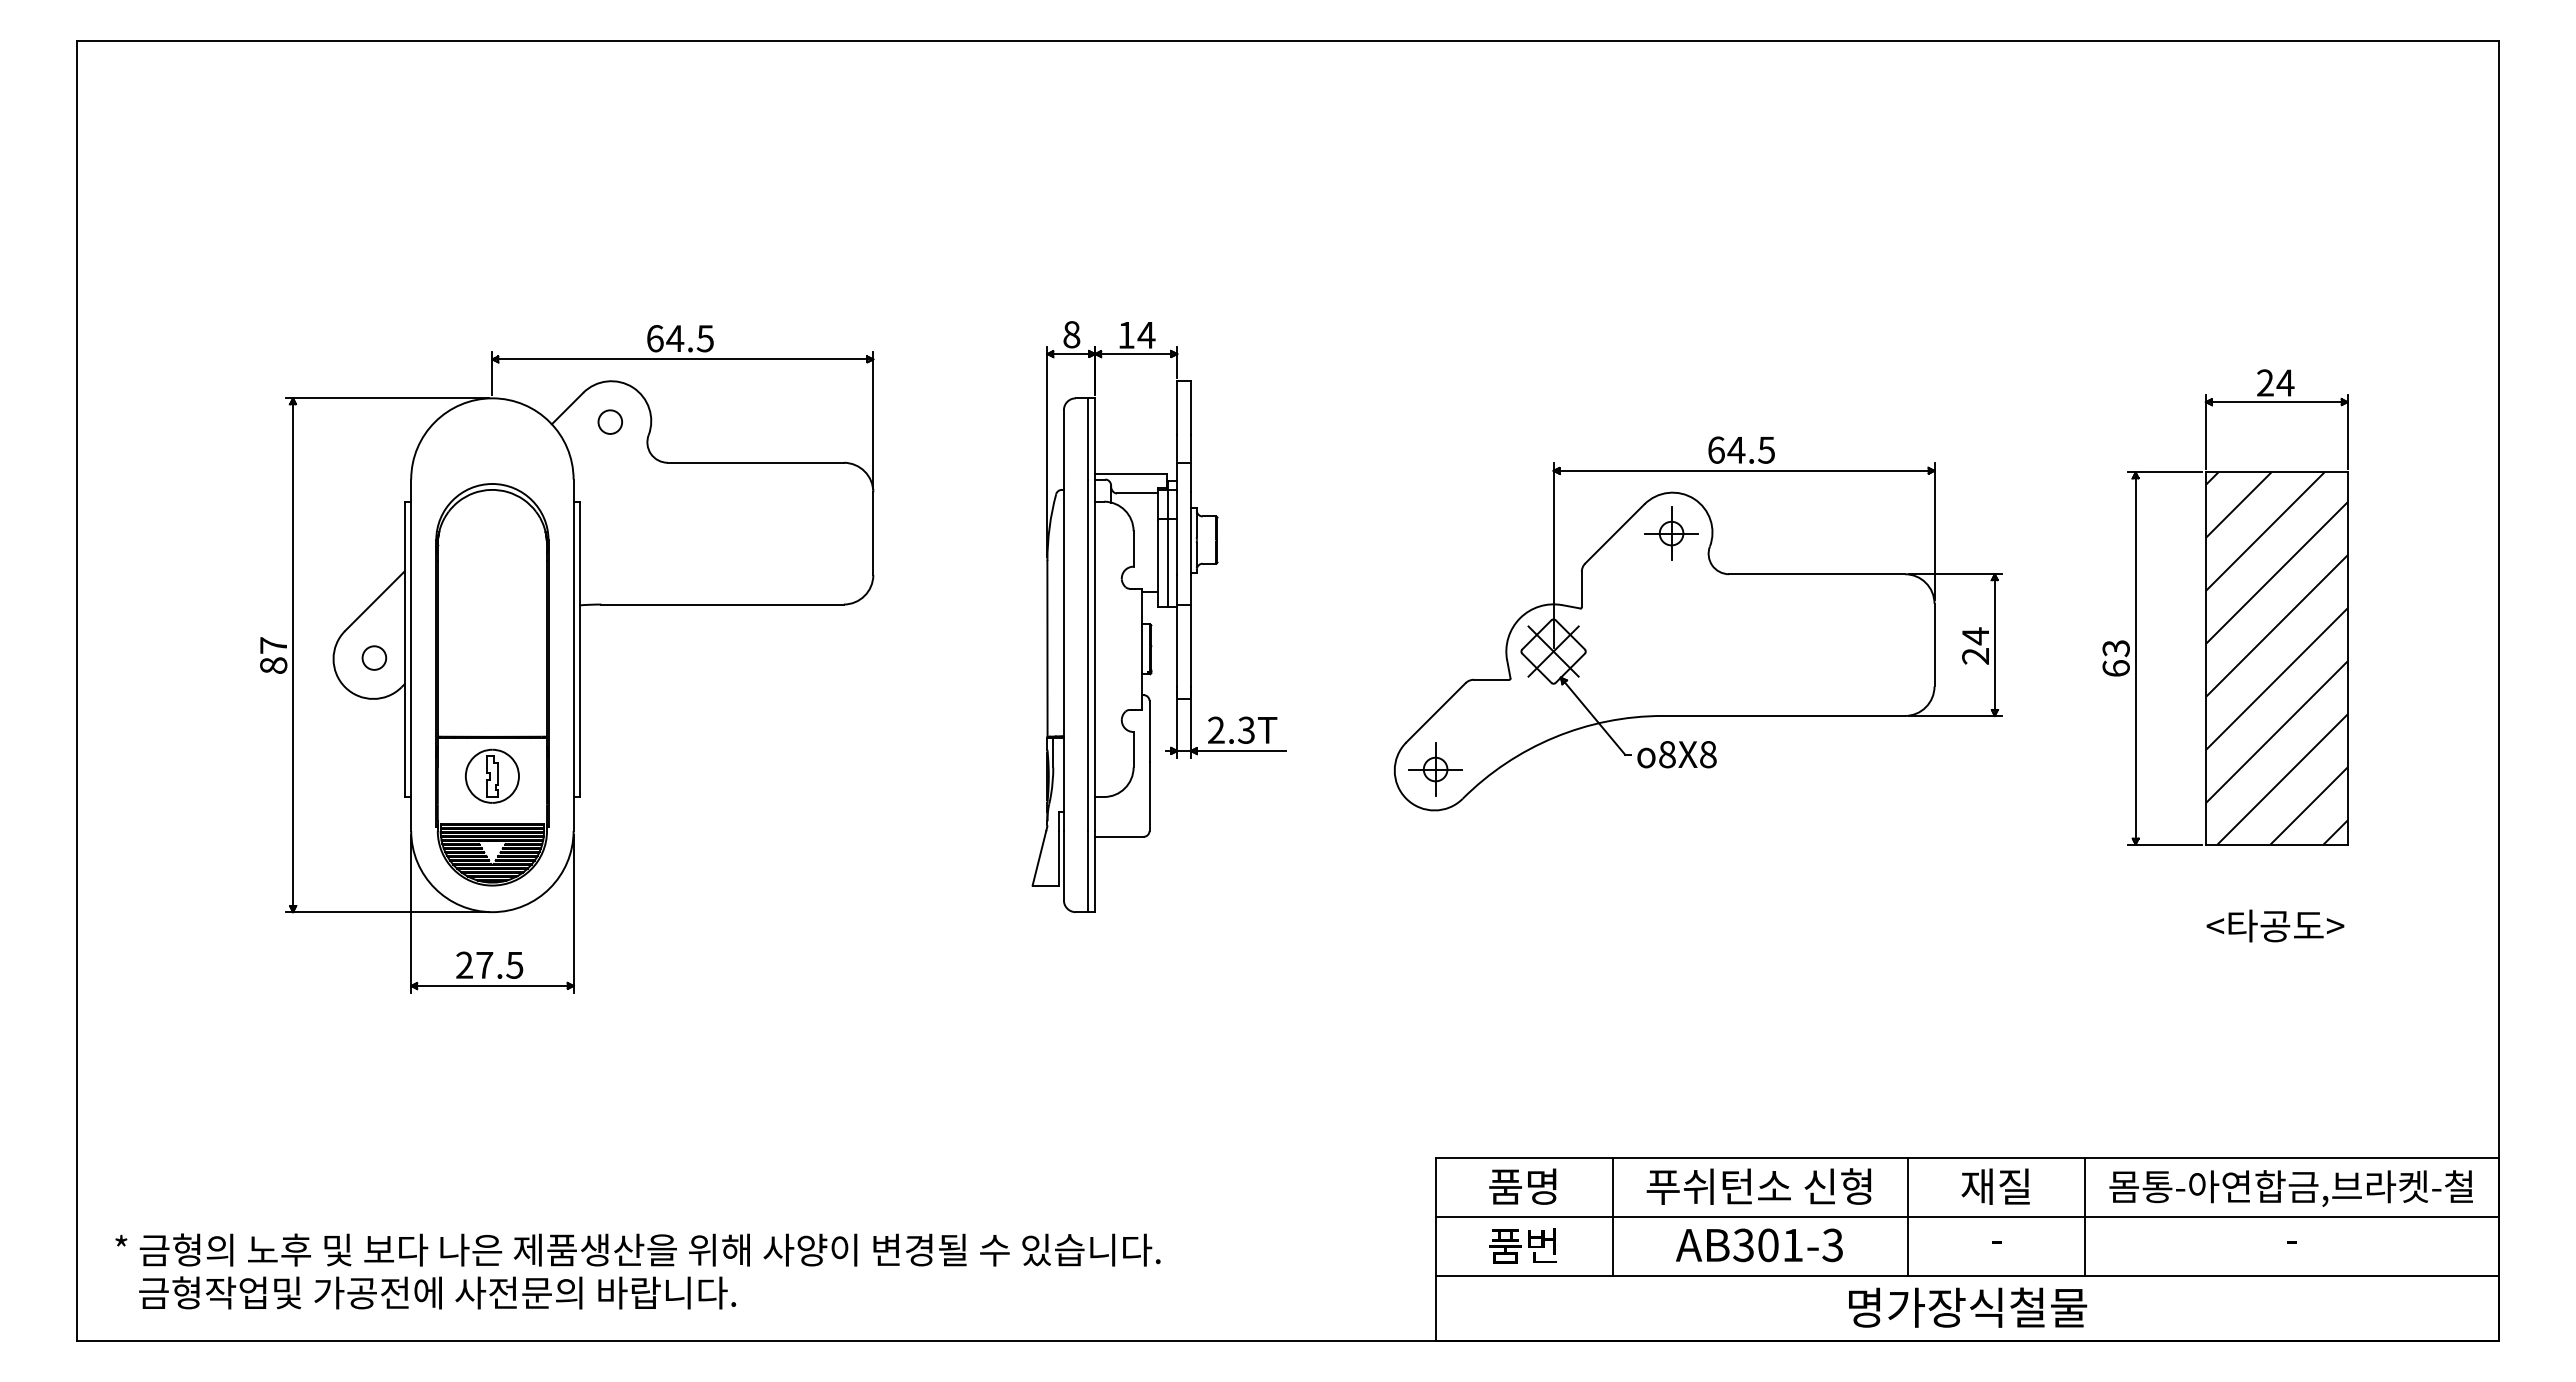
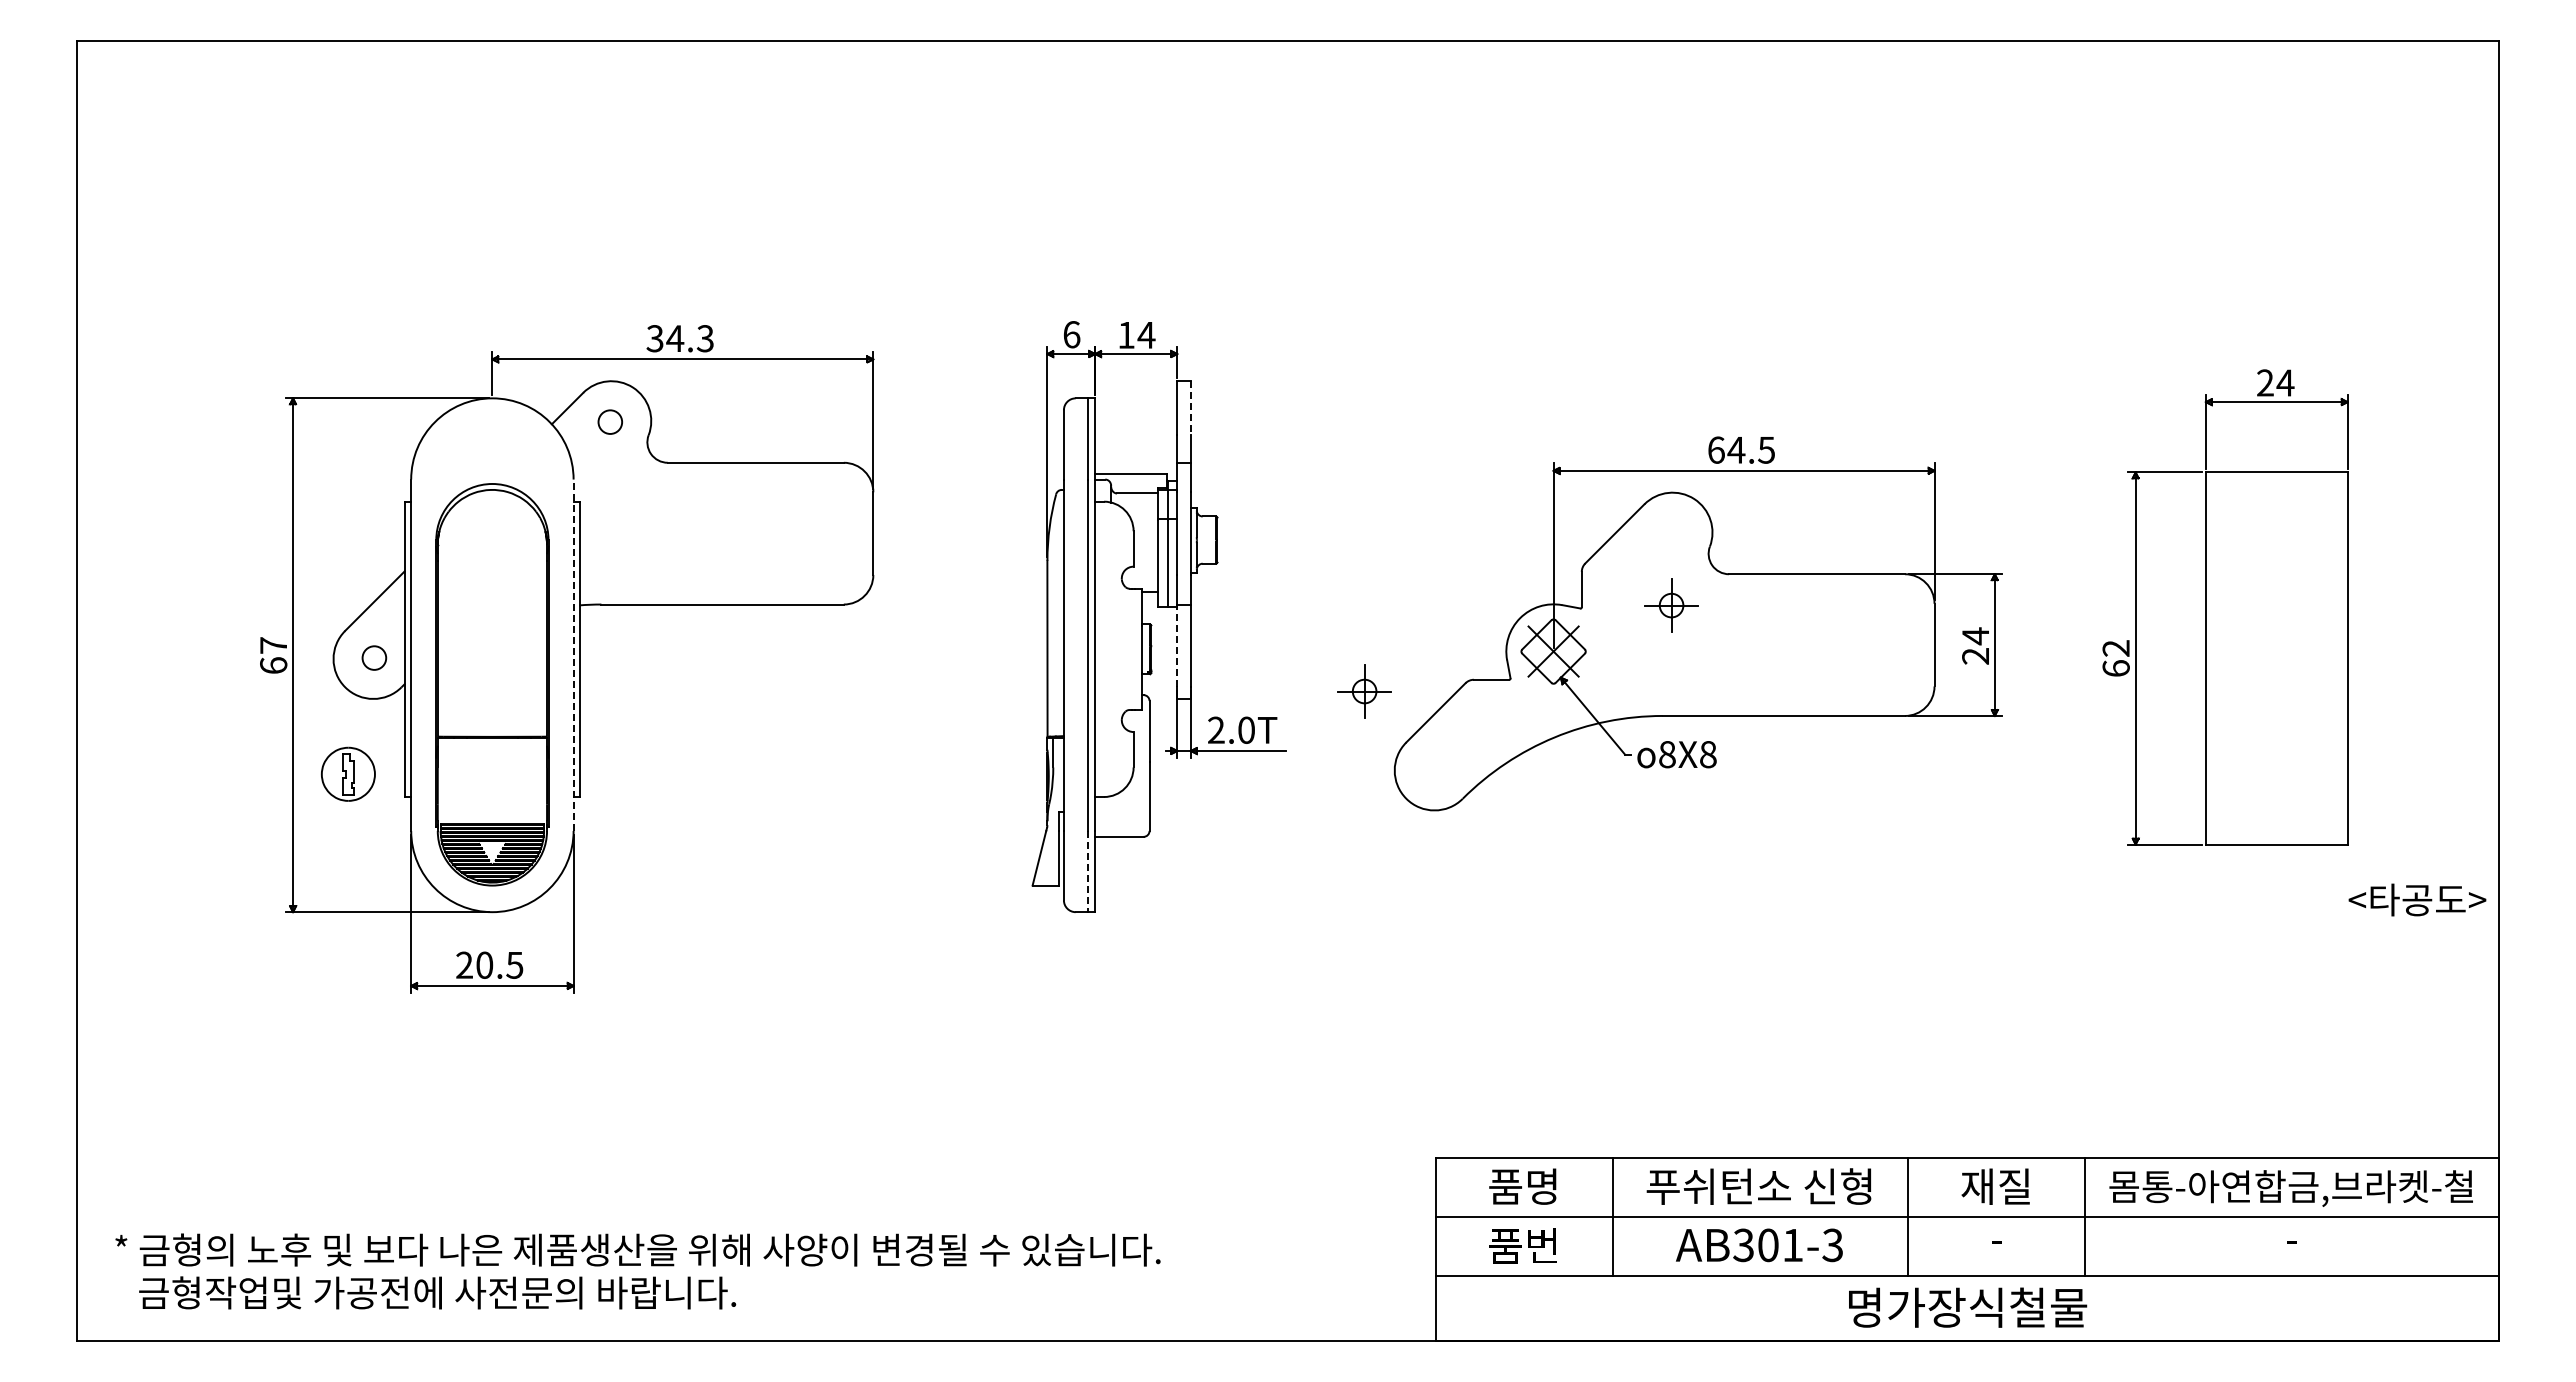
text at (1071, 334): 8 -> 6
text at (679, 338): 64.5 -> 34.3
line at (1190, 408): solid -> dashed
part at (1671, 533) position: (1671, 533) -> (1671, 605)
line at (1177, 645): solid -> dashed
text at (2116, 648): 63 -> 62
line at (573, 655): solid -> dashed
hatch at (2276, 658): present -> none
text at (273, 665): 87 -> 67
text at (1245, 729): 2.3T -> 2.0T
part at (1435, 769) position: (1435, 769) -> (1364, 691)
part at (492, 775) position: (492, 775) -> (348, 773)
line at (1087, 871): solid -> dashed
text at (2275, 925) position: (2275, 925) -> (2417, 899)
text at (484, 964): 27.5 -> 20.5
